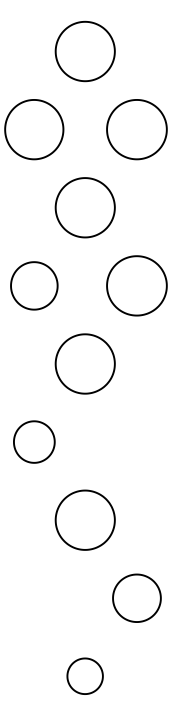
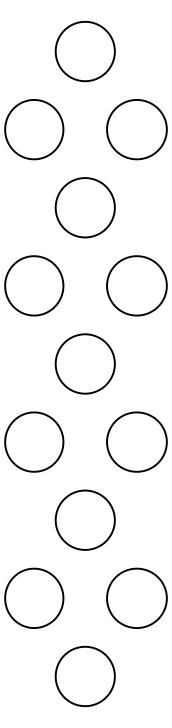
part at (34, 285) size: 49x50 px -> 61x62 px
part at (34, 441) size: 43x44 px -> 61x62 px
part at (136, 441): none -> present
part at (34, 597): none -> present
part at (136, 597) size: 50x50 px -> 62x62 px
part at (84, 675) size: 38x38 px -> 62x62 px
